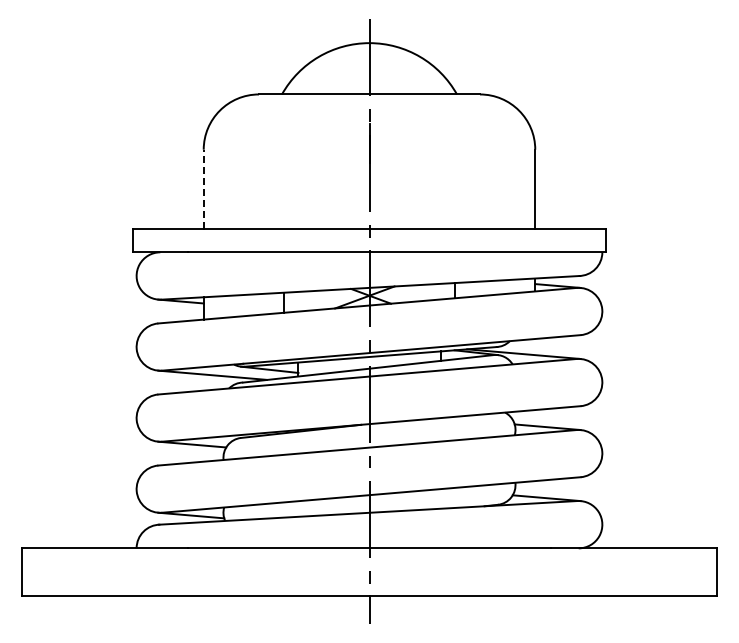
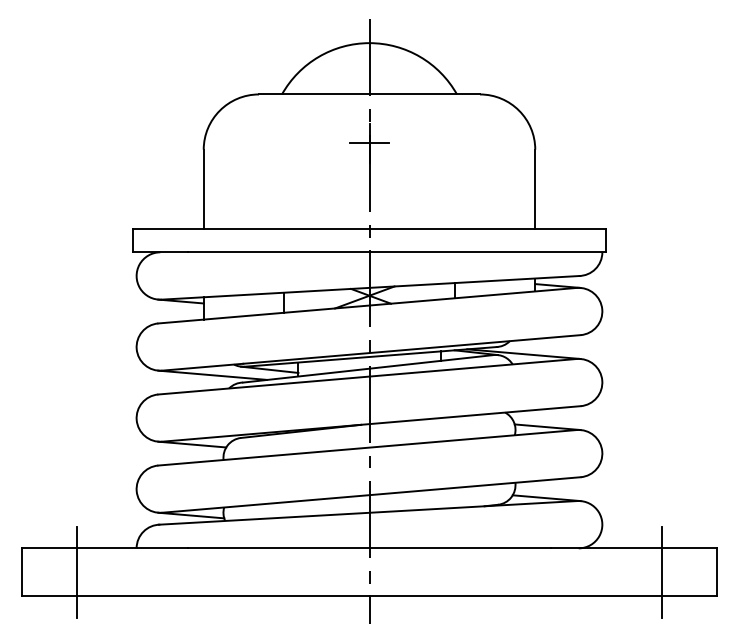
line at (369, 143): none -> present
line at (203, 188): dashed -> solid
line at (77, 572): none -> present
line at (661, 572): none -> present
